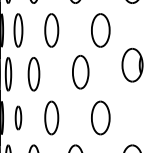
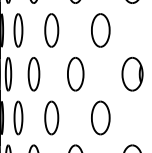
part at (132, 65) position: (132, 65) -> (132, 74)
part at (80, 72) position: (80, 72) -> (75, 74)
part at (18, 117) size: 9x26 px -> 11x36 px
